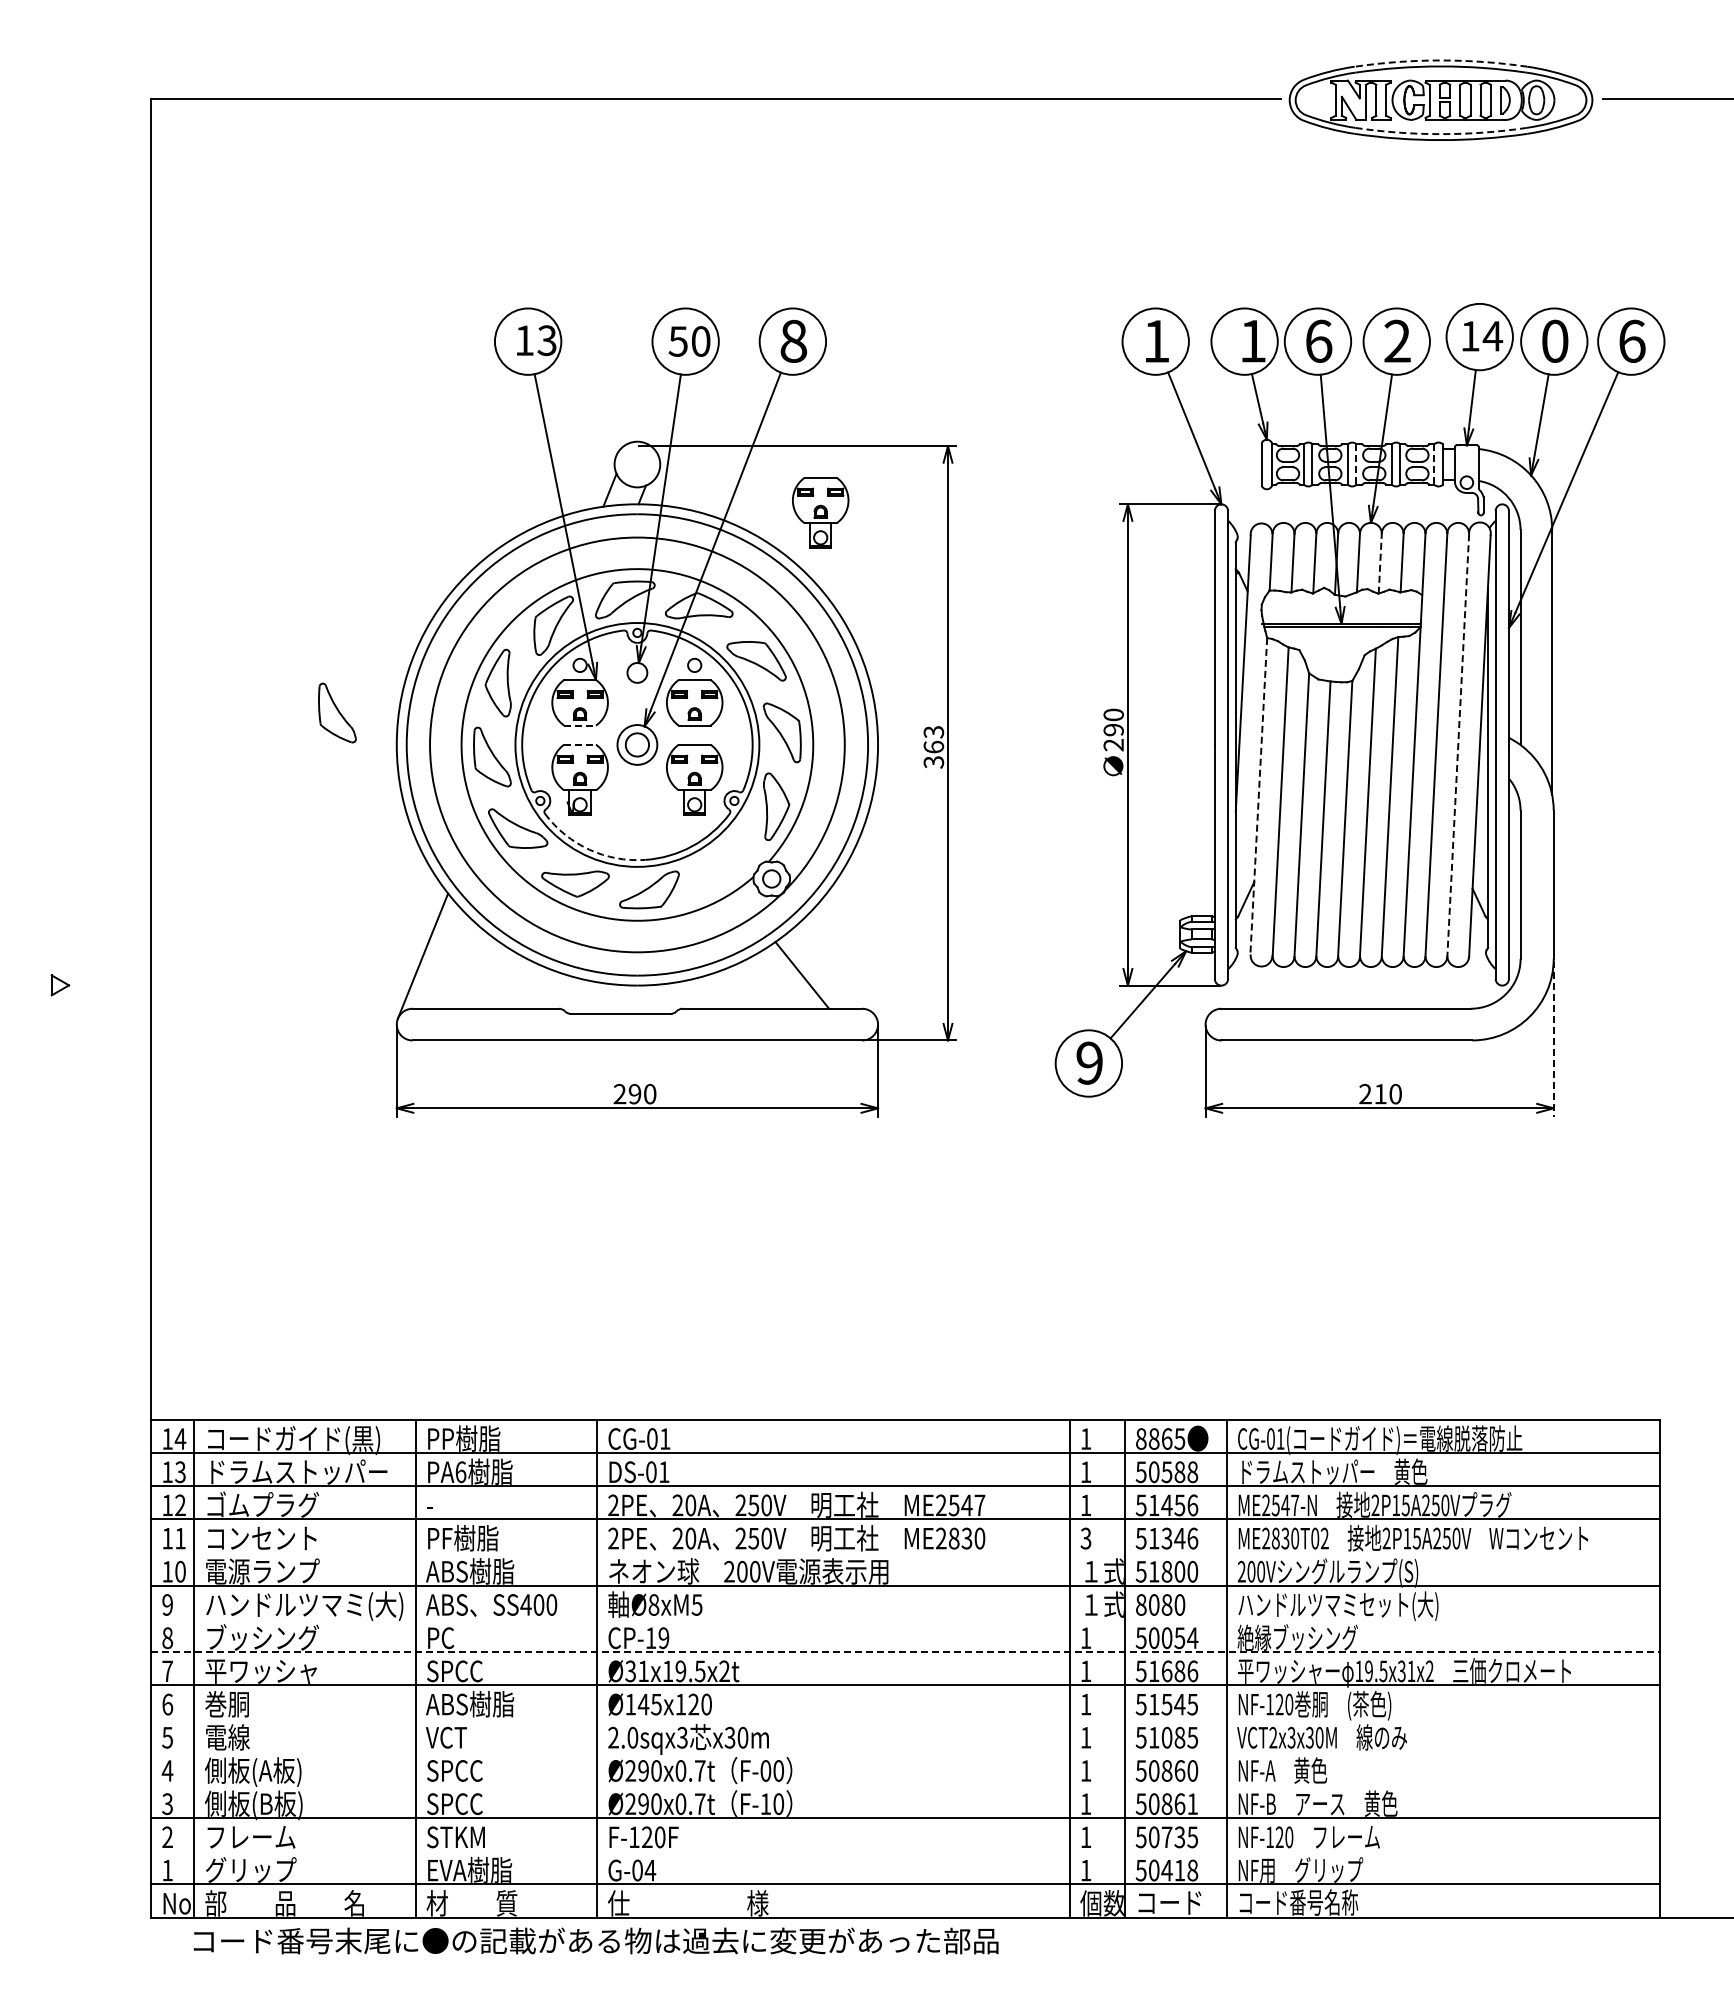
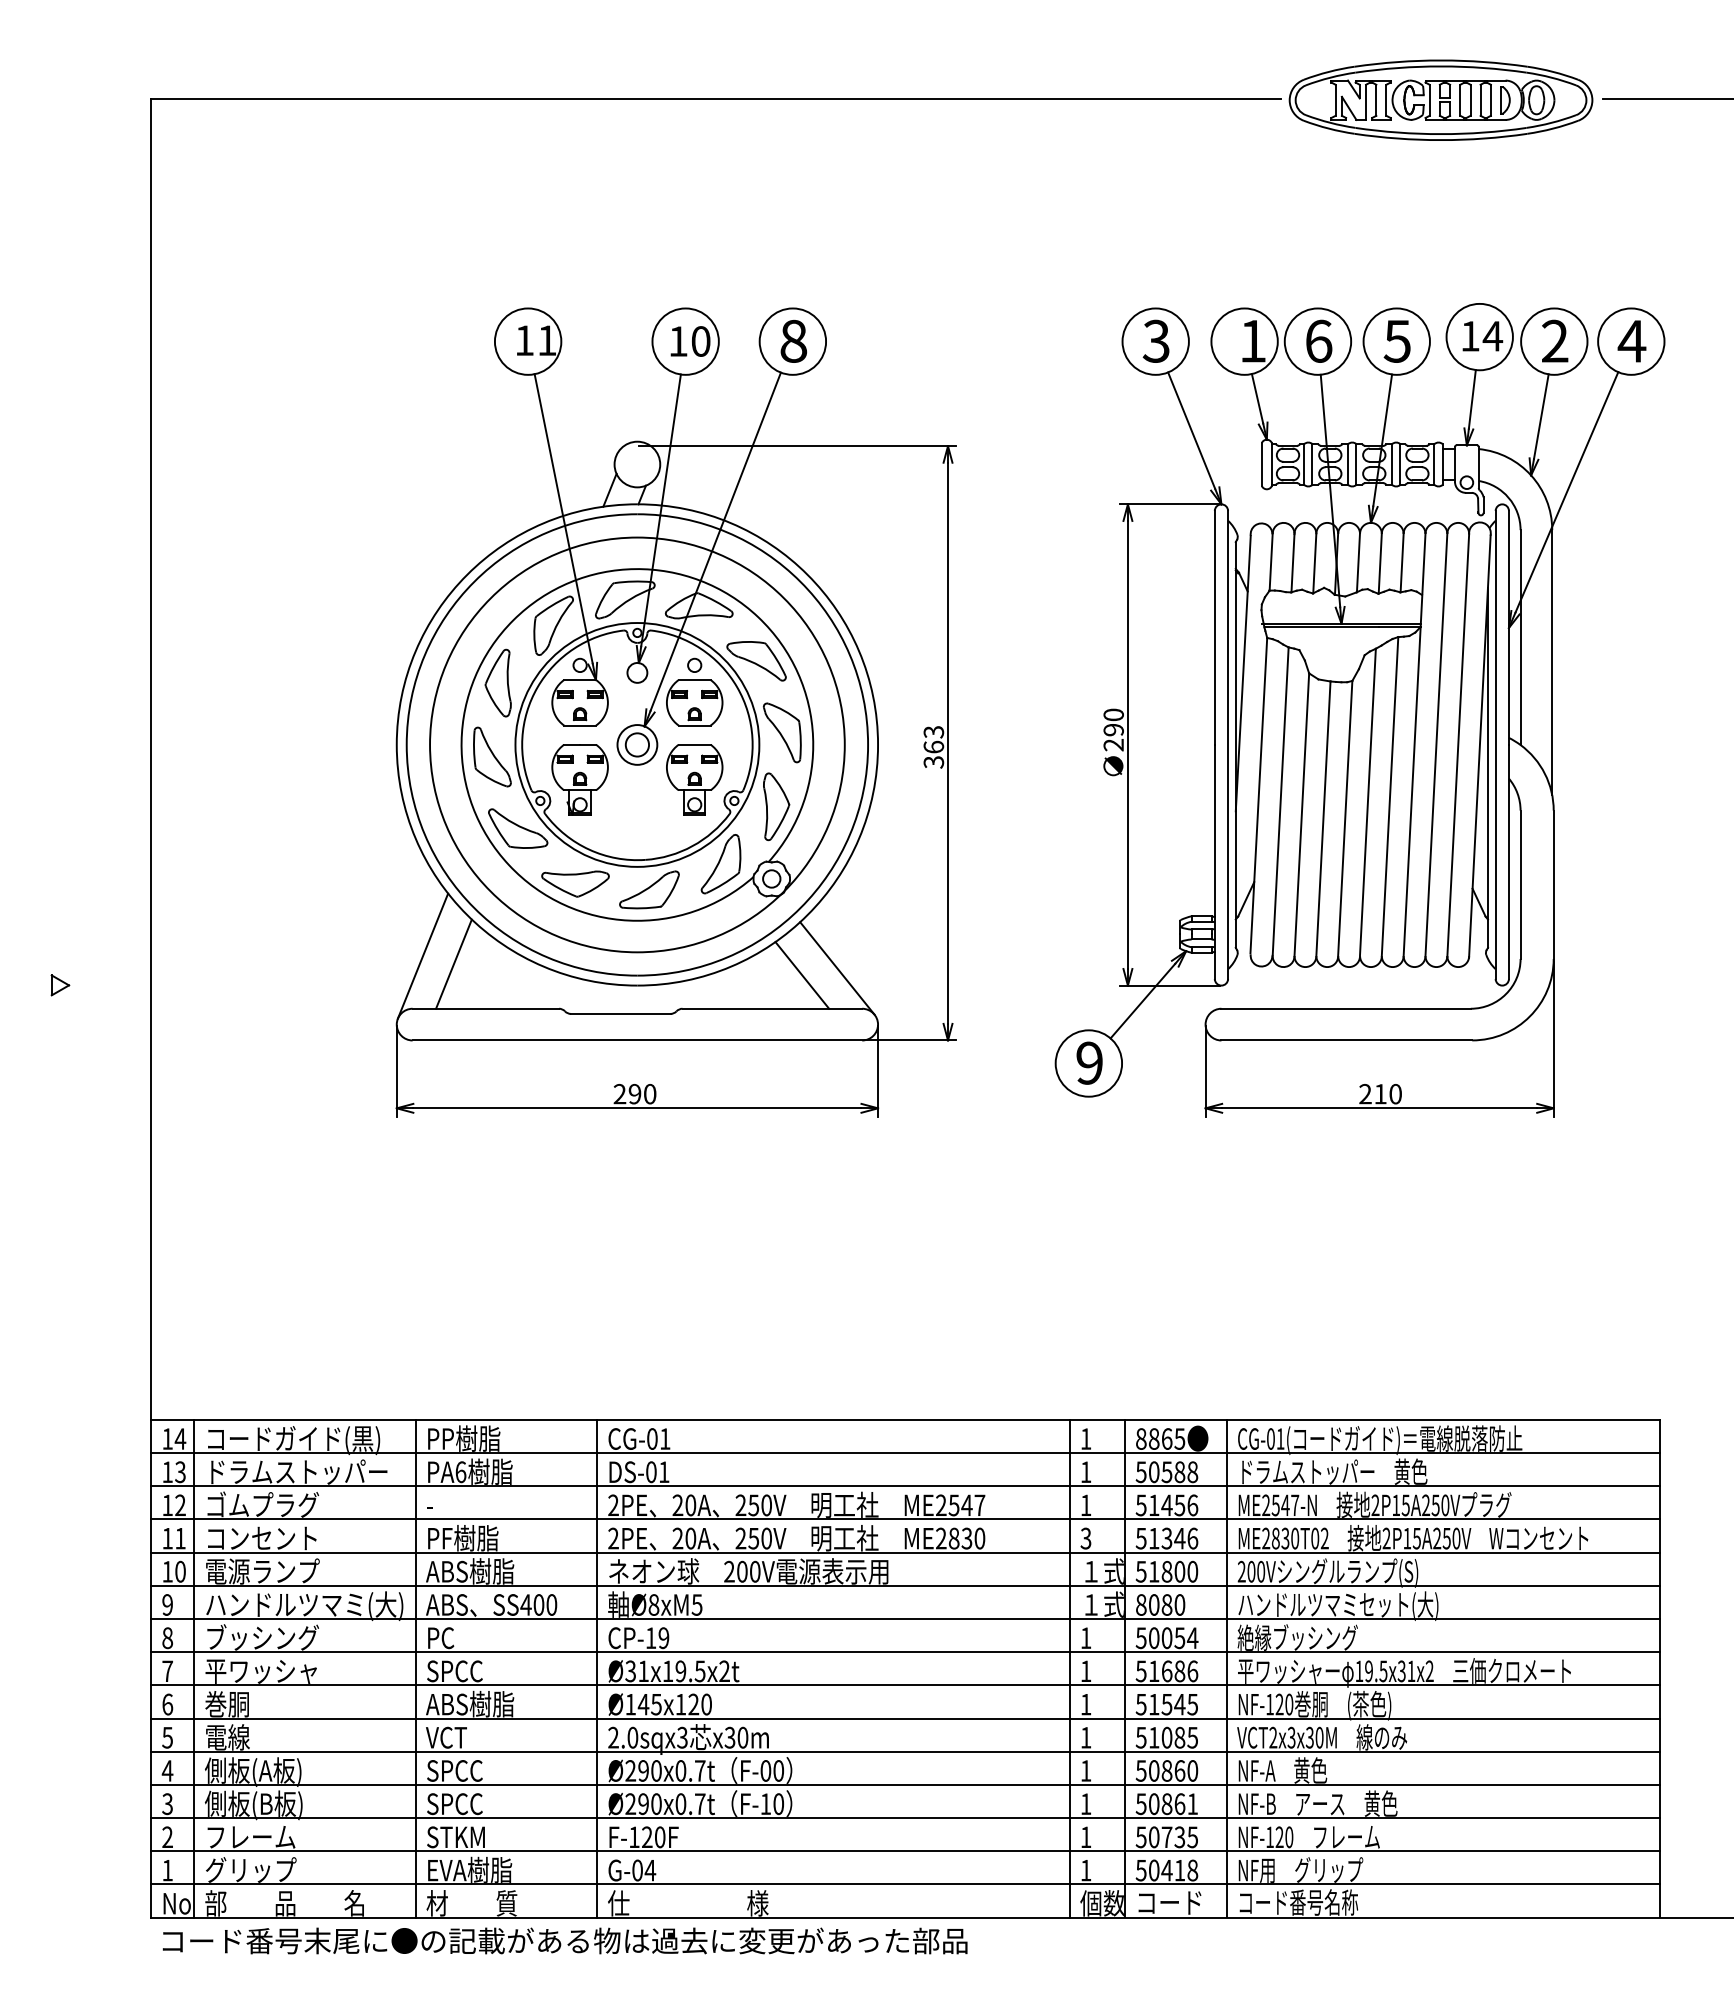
arc at (1441, 60): dashed -> solid
arc at (1441, 134): dashed -> solid
text at (546, 340): 13 -> 11
text at (1155, 340): 1 -> 3
text at (1396, 340): 2 -> 5
text at (1555, 340): 0 -> 2
text at (1631, 340): 6 -> 4
text at (677, 341): 50 -> 10
line at (1356, 465): dashed -> solid
line at (1434, 465): dashed -> solid
part at (820, 512): present -> none
line at (1380, 562): dashed -> solid
part at (337, 712): present -> none
line at (580, 725): dashed -> solid
line at (580, 744): dashed -> solid
line at (1458, 745): dashed -> solid
line at (1258, 795): dashed -> solid
arc at (589, 849): dashed -> solid
part at (720, 864): none -> present
line at (453, 963): none -> present
line at (837, 968): none -> present
line at (1553, 1039): dashed -> solid
line at (905, 1552): none -> present
line at (905, 1618): none -> present
line at (906, 1652): dashed -> solid
line at (905, 1718): none -> present
line at (905, 1751): none -> present
line at (905, 1784): none -> present
line at (905, 1851): none -> present
text at (595, 1940) position: (595, 1940) -> (564, 1940)
